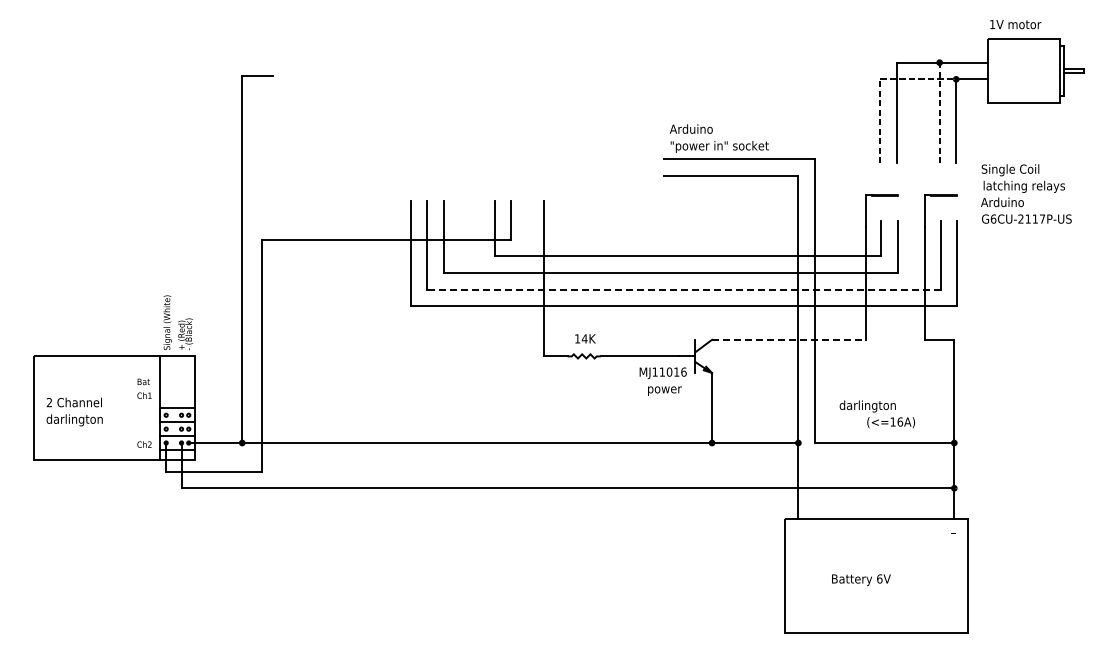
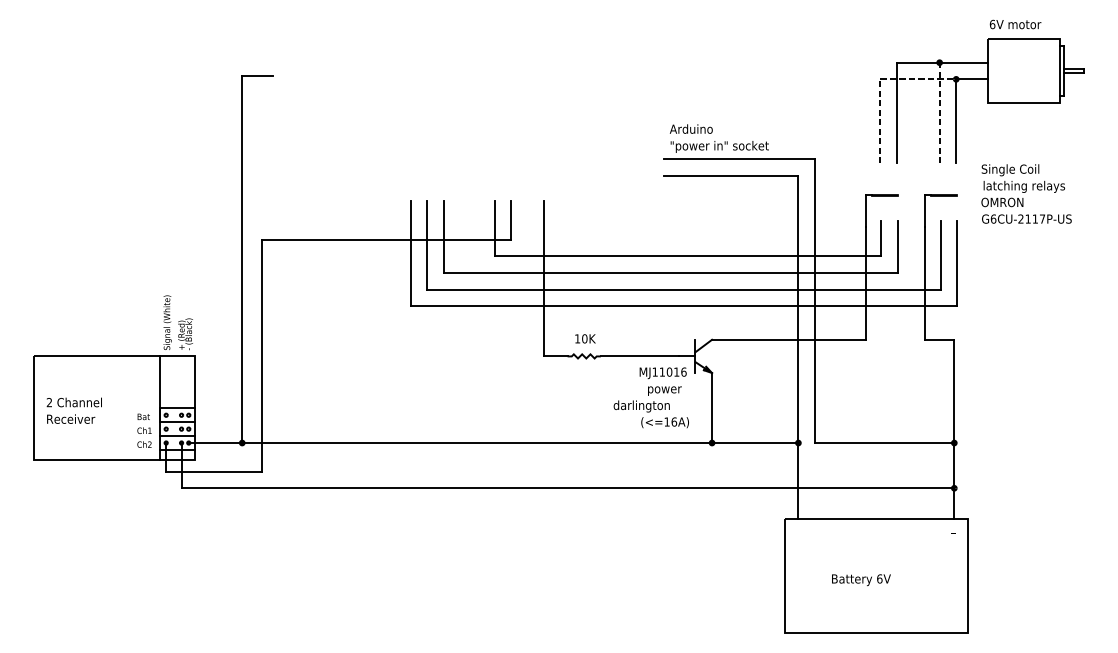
text at (992, 24): 1V -> 6V
text at (1002, 202): Arduino -> OMRON
line at (684, 289): dashed -> solid
text at (584, 338): 14K -> 10K
line at (788, 339): dashed -> solid
text at (144, 388) position: (144, 388) -> (144, 423)
text at (876, 414) position: (876, 414) -> (650, 414)
text at (74, 420): darlington -> Receiver
